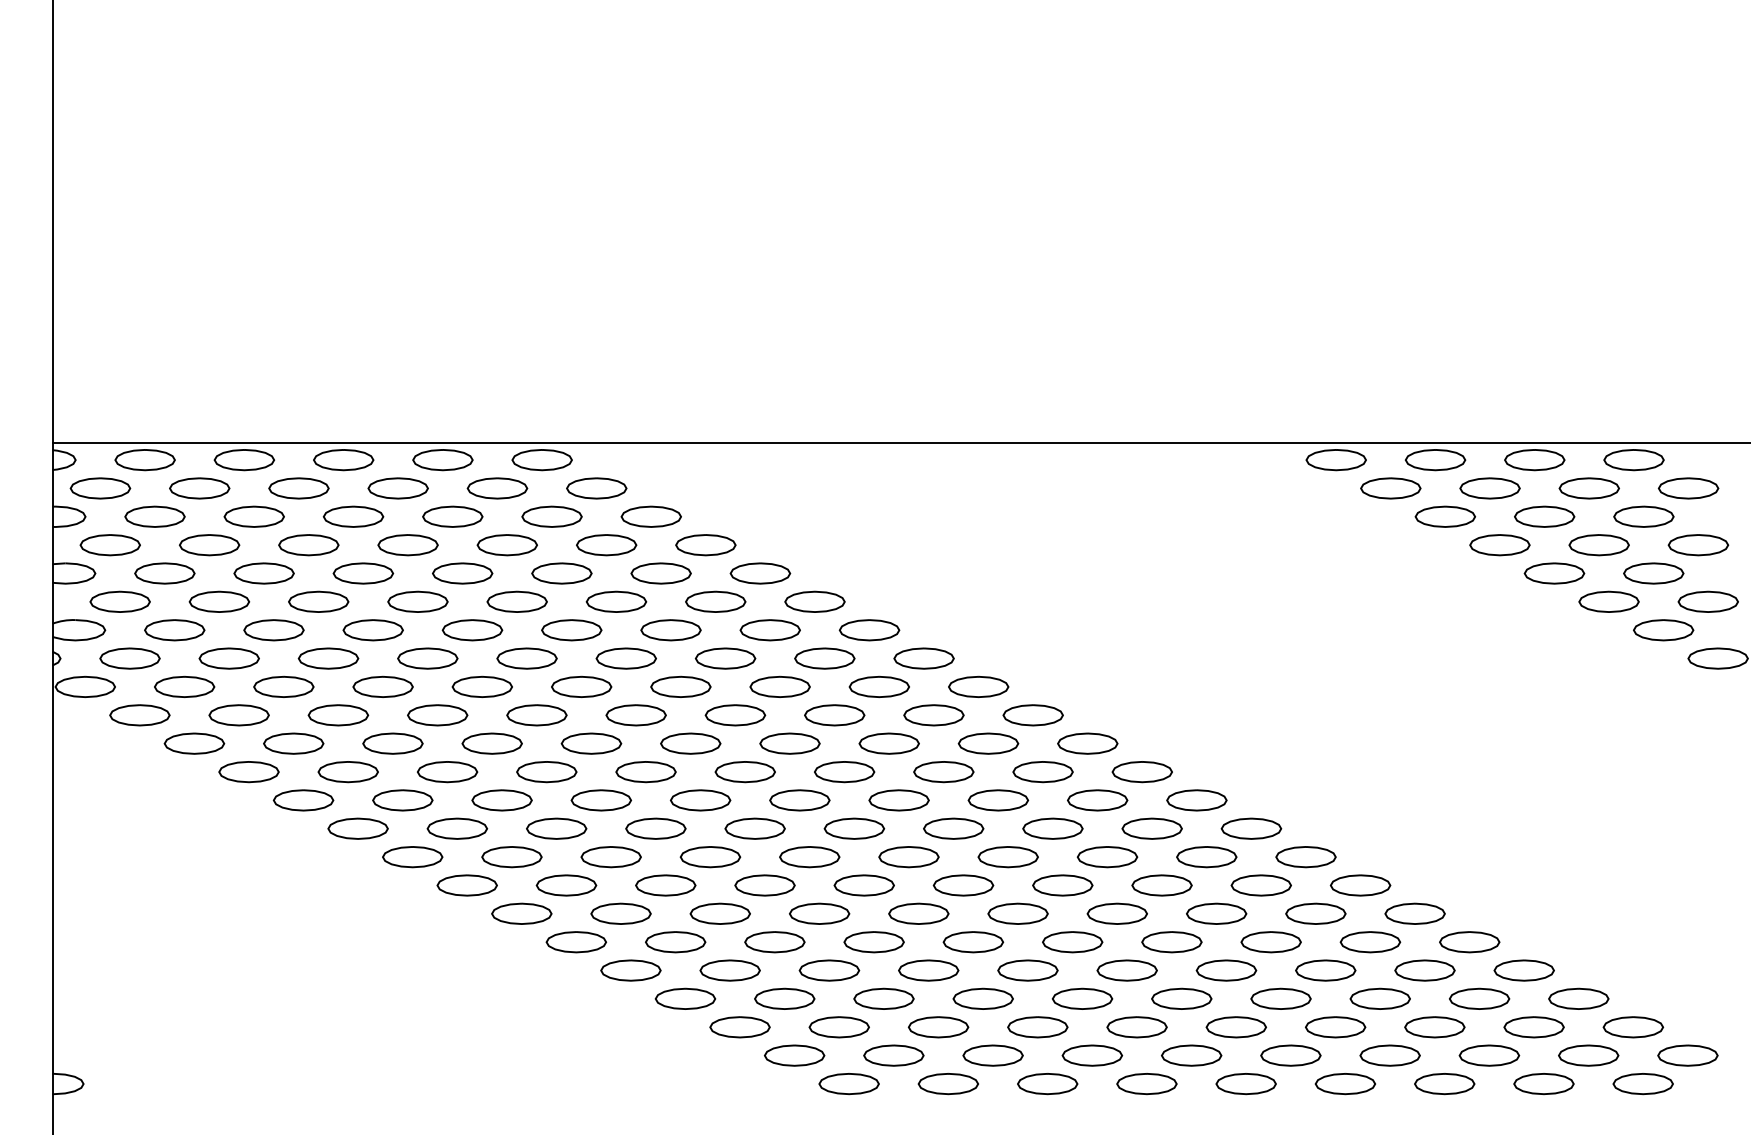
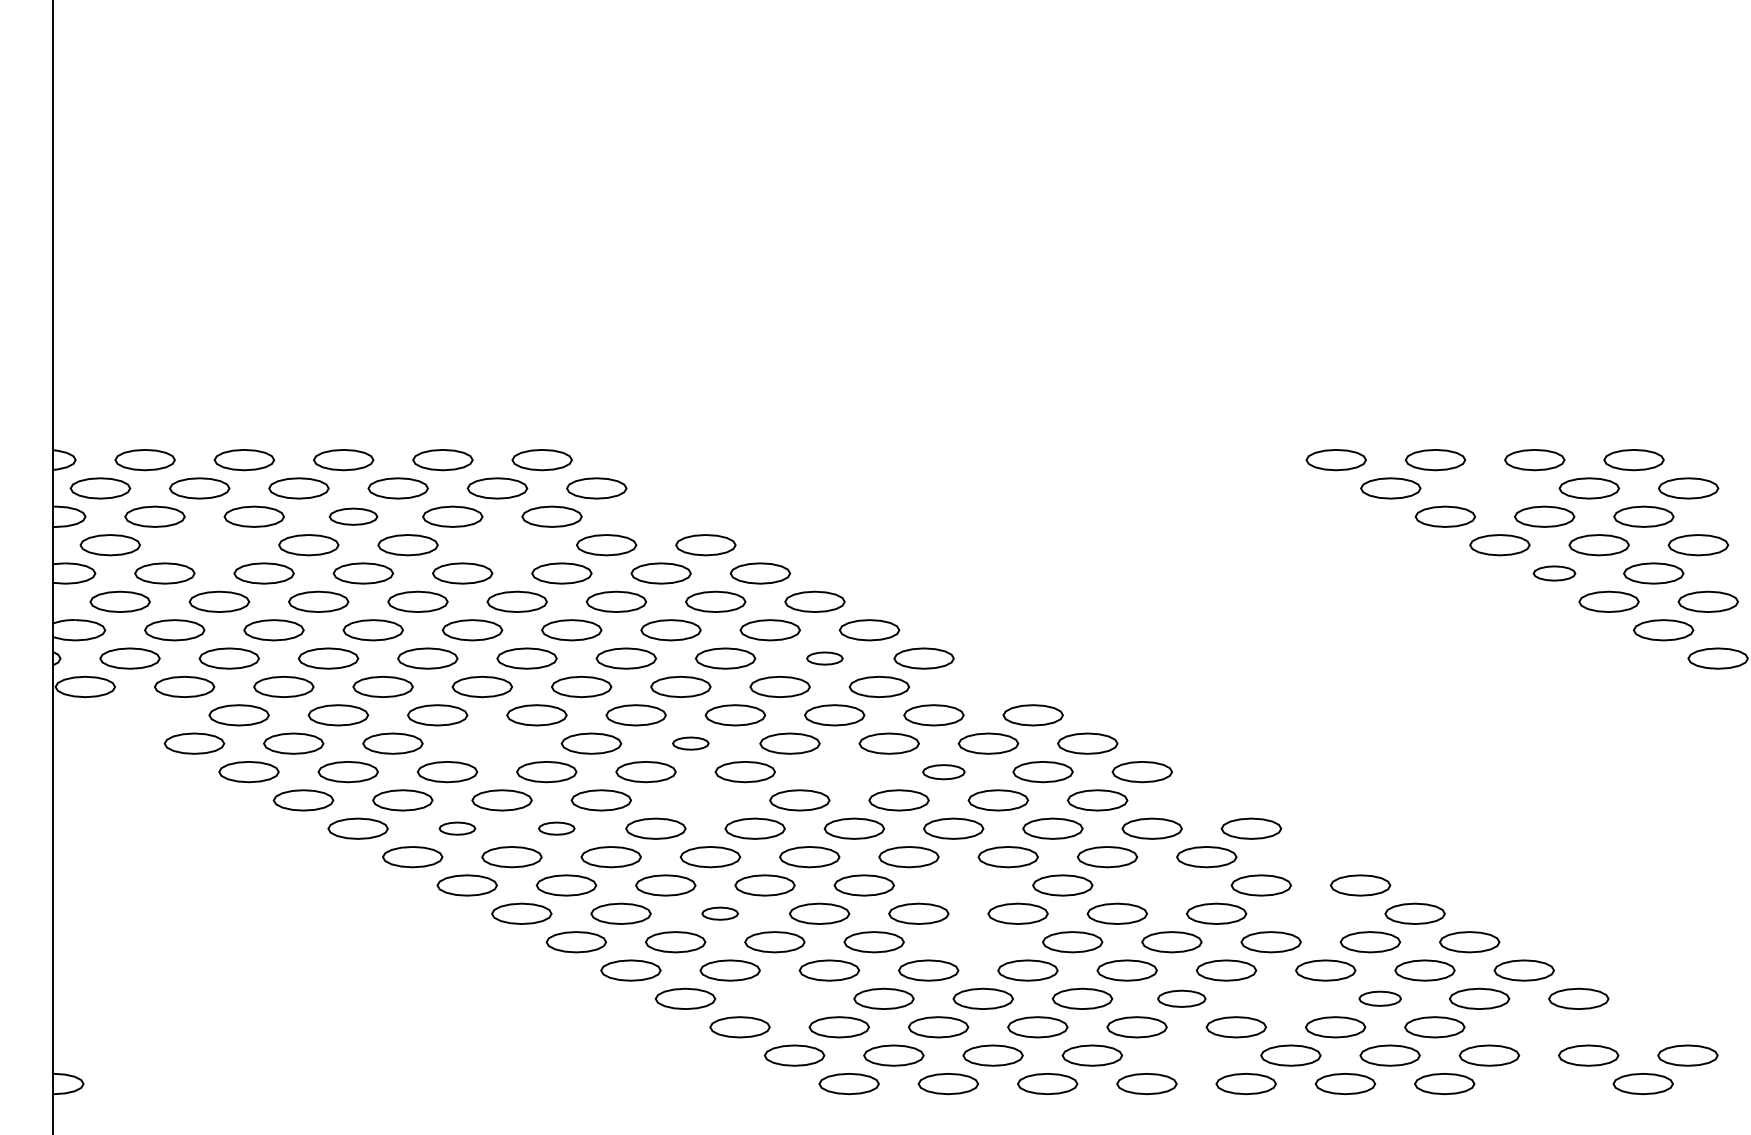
line at (899, 442): present -> none
part at (1489, 488): present -> none
part at (353, 516) size: 63x23 px -> 51x19 px
part at (650, 516): present -> none
part at (209, 545): present -> none
part at (506, 545): present -> none
part at (1554, 573) size: 63x23 px -> 45x17 px
part at (824, 658) size: 62x23 px -> 38x15 px
part at (978, 686): present -> none
part at (139, 715): present -> none
part at (491, 743): present -> none
part at (690, 743) size: 62x23 px -> 38x15 px
part at (844, 772): present -> none
part at (943, 772) size: 62x23 px -> 44x17 px
part at (700, 800): present -> none
part at (1196, 800): present -> none
part at (457, 828) size: 63x23 px -> 39x15 px
part at (556, 828) size: 62x23 px -> 38x15 px
part at (1305, 857): present -> none
part at (963, 885): present -> none
part at (1161, 885): present -> none
part at (719, 913) size: 62x23 px -> 38x15 px
part at (1315, 913): present -> none
part at (973, 942): present -> none
part at (784, 998): present -> none
part at (1181, 998) size: 62x23 px -> 50x19 px
part at (1280, 998): present -> none
part at (1379, 998) size: 62x23 px -> 44x17 px
part at (1533, 1027): present -> none
part at (1633, 1027): present -> none
part at (1191, 1055): present -> none
part at (1543, 1084): present -> none
